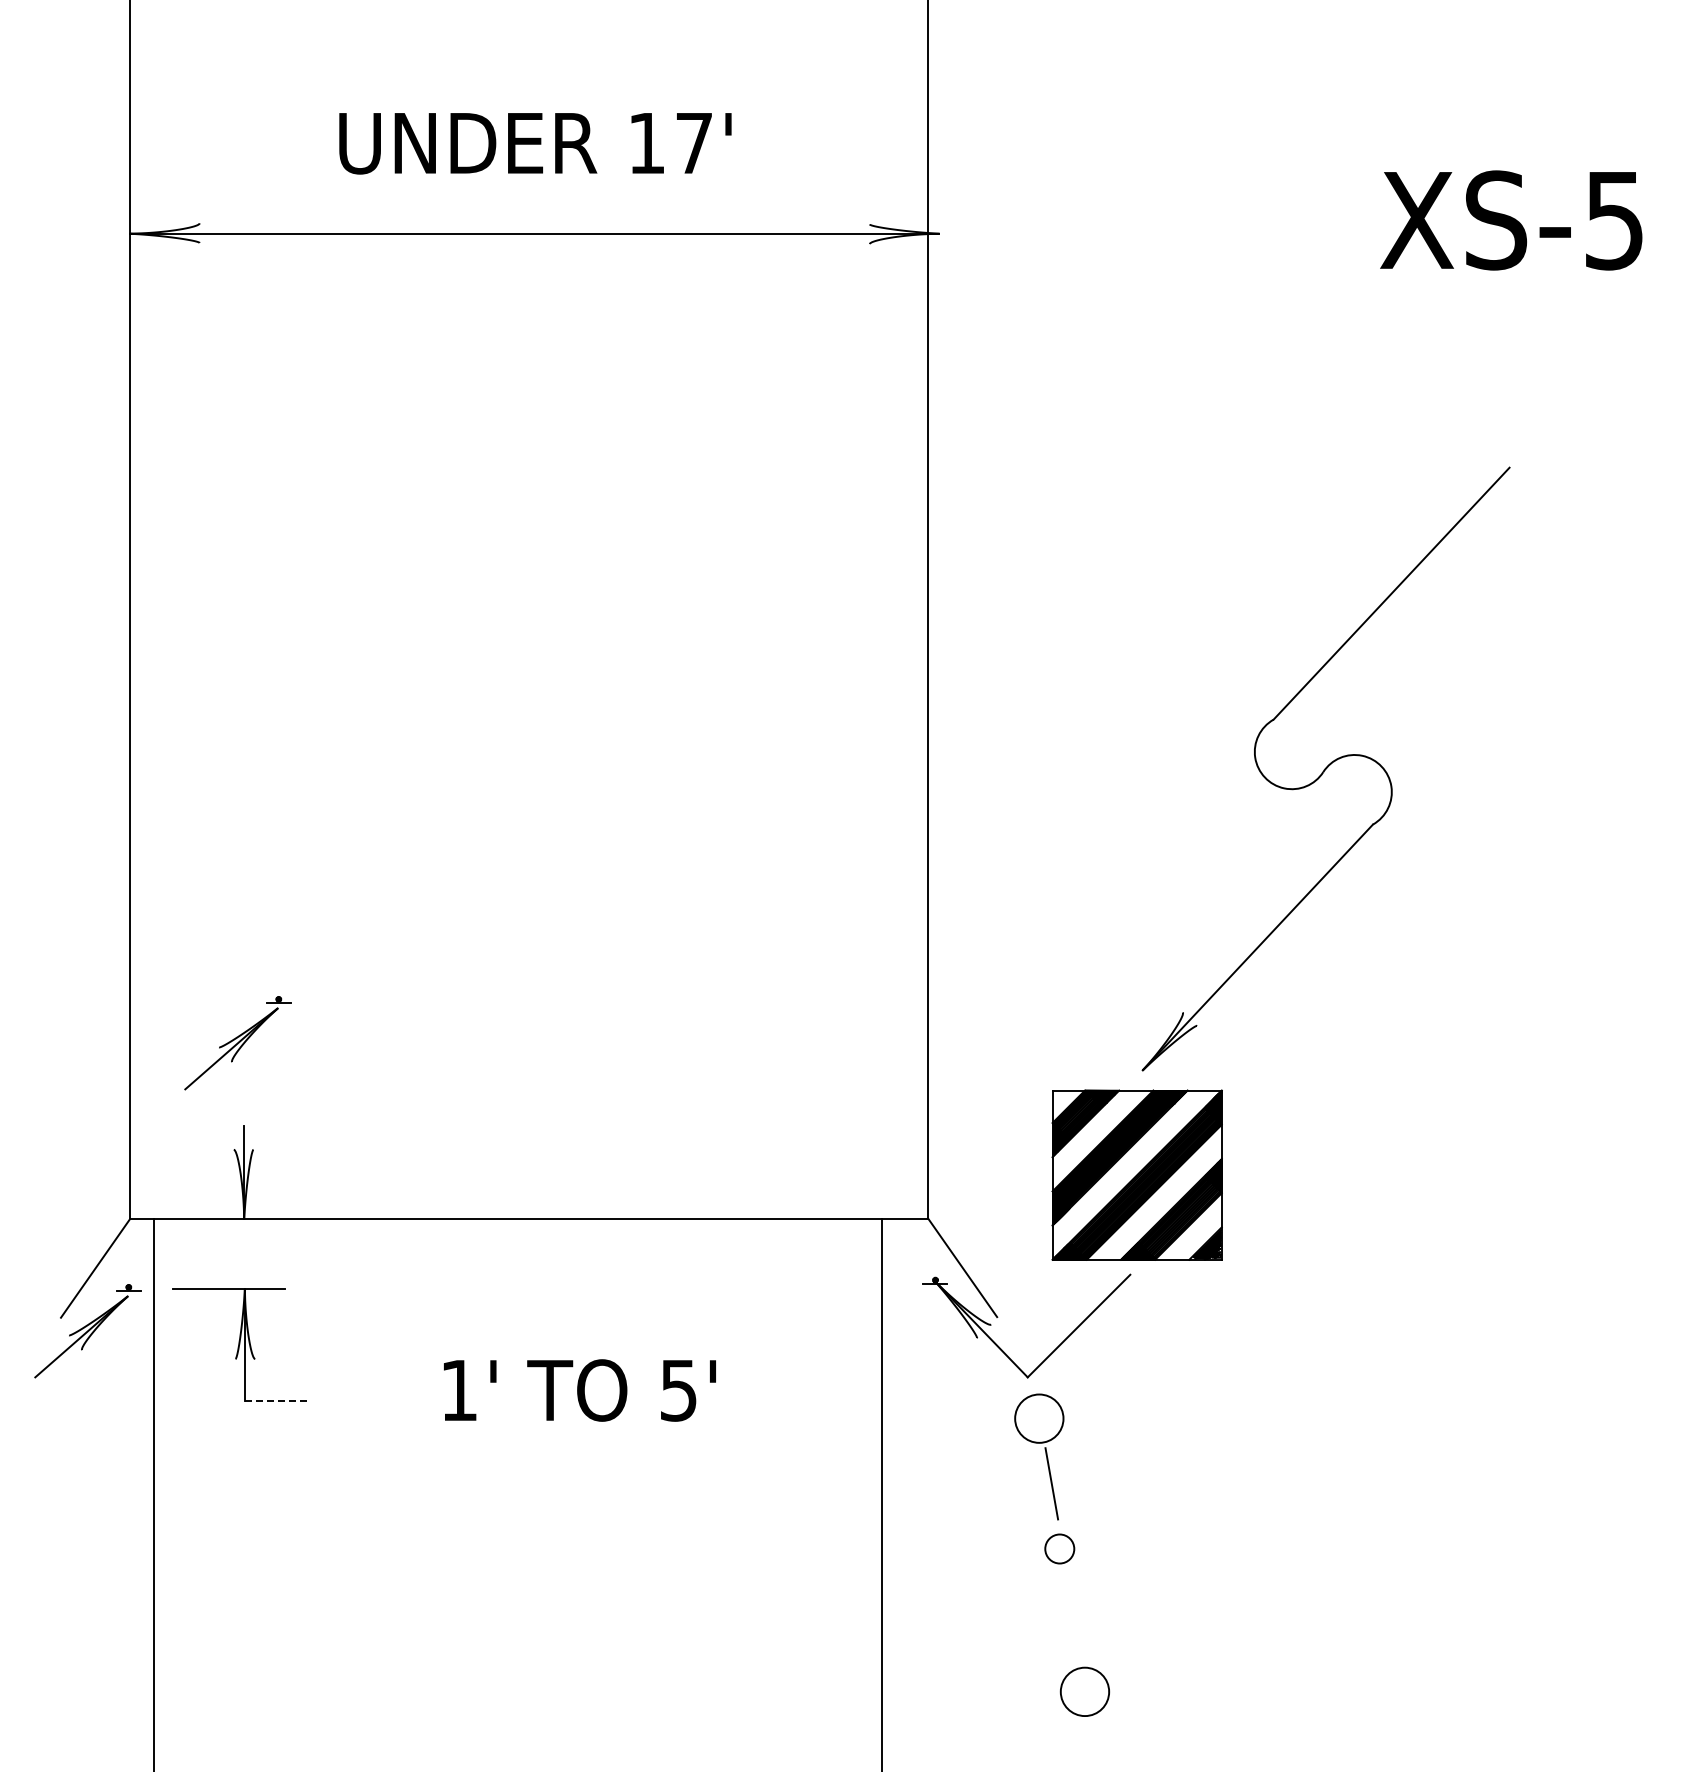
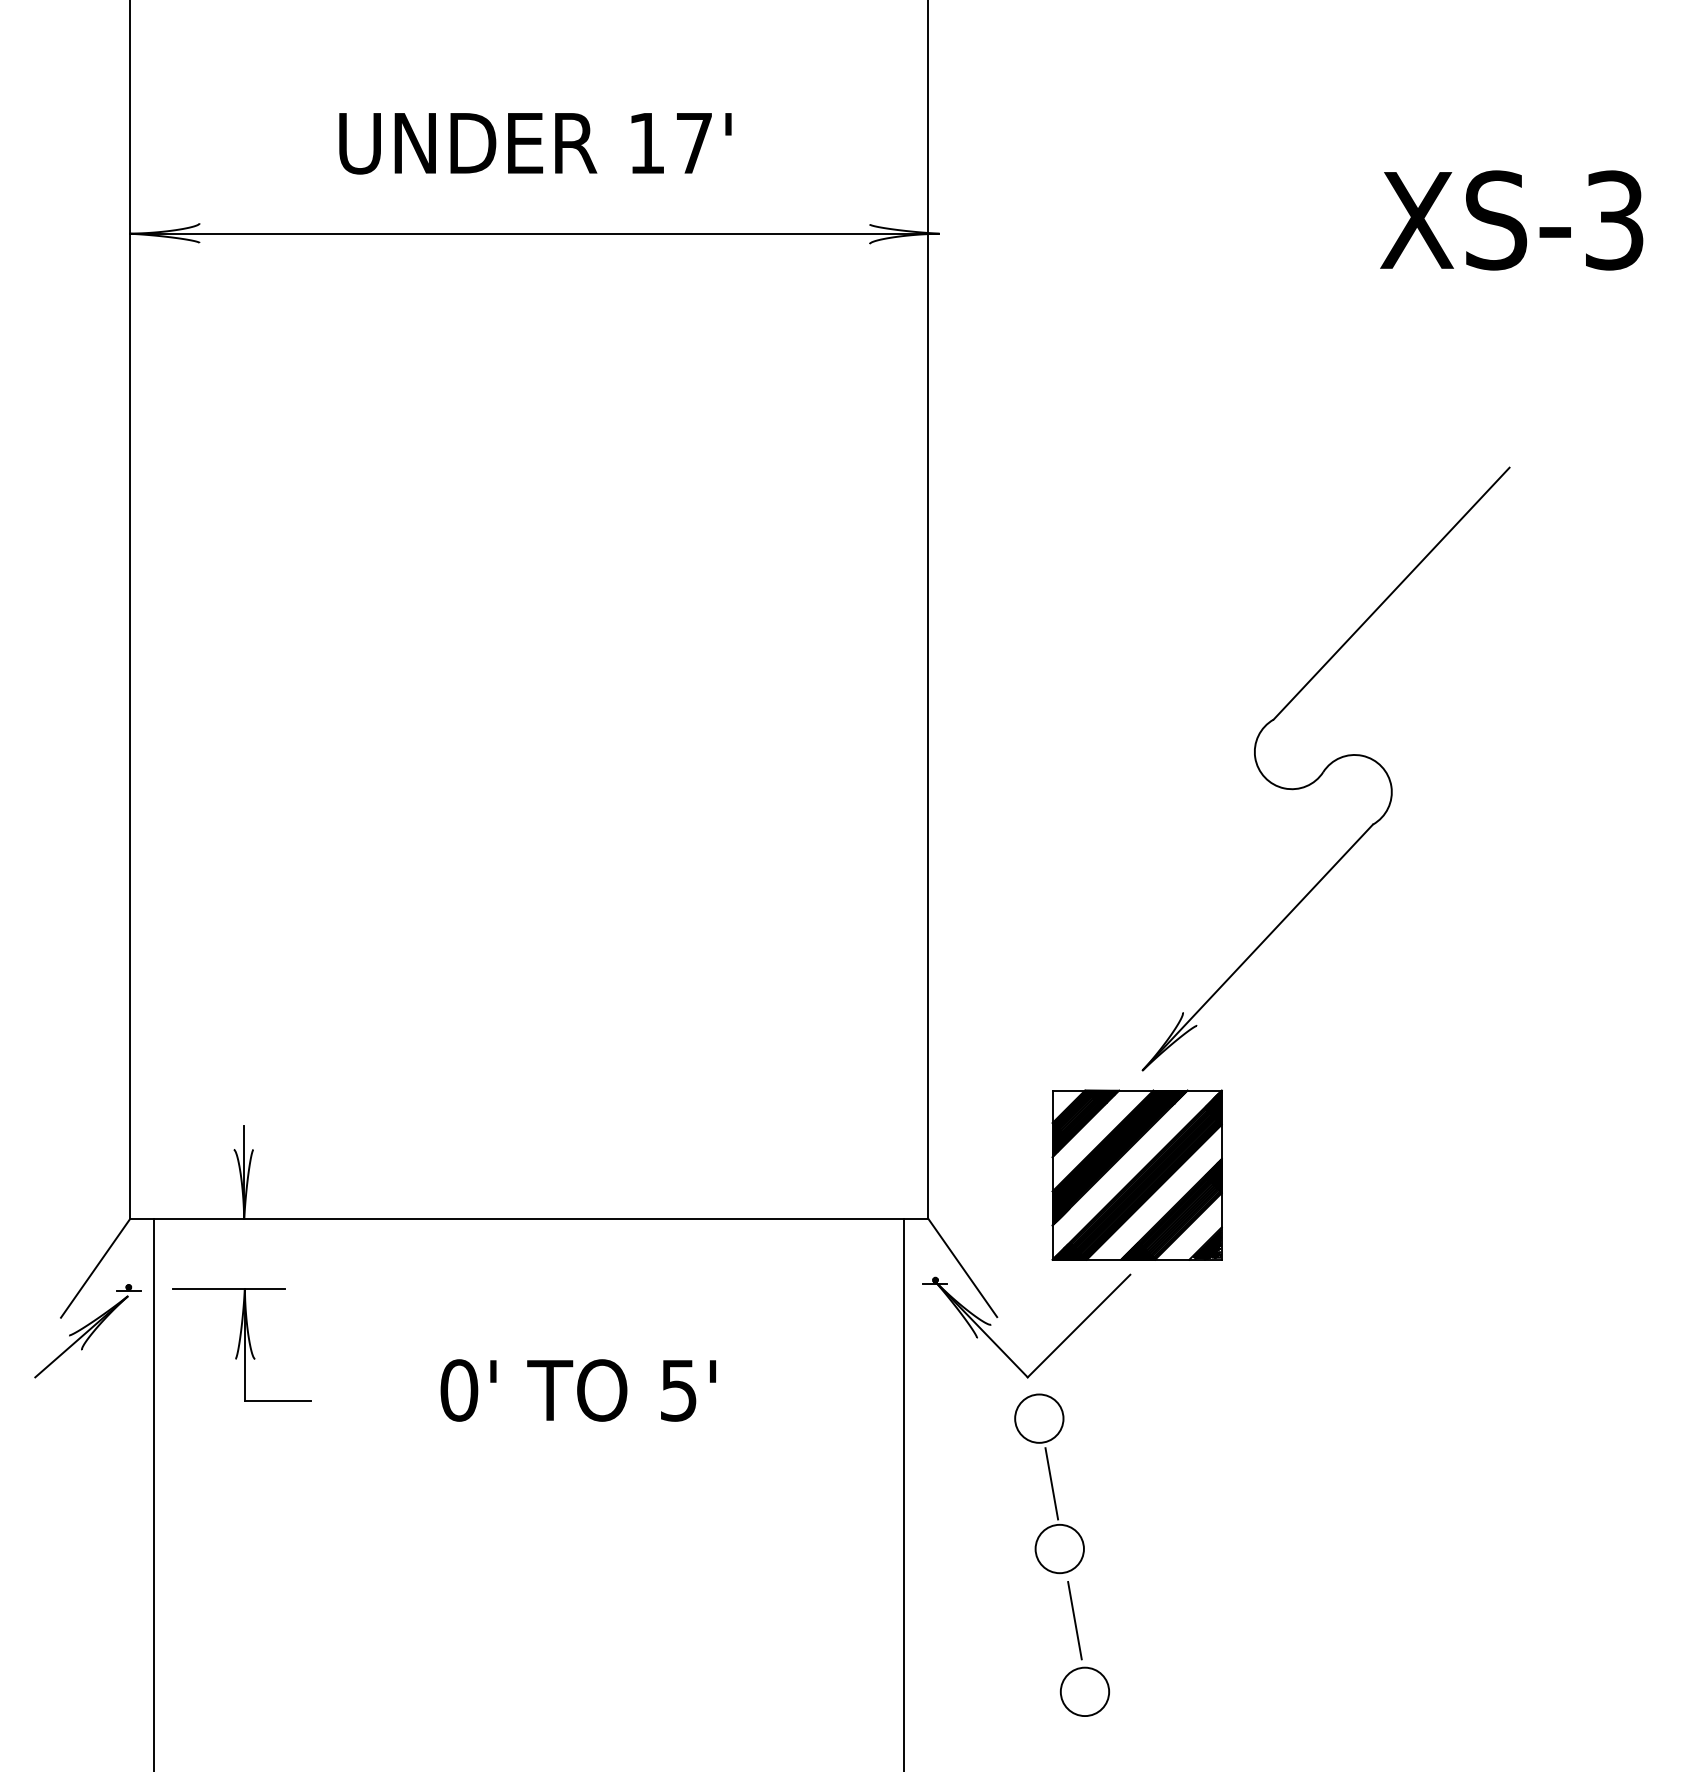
text at (1614, 220): XS-5 -> XS-3
part at (237, 1043): present -> none
text at (459, 1390): 1' -> 0'
line at (278, 1400): dashed -> solid
line at (881, 1493) position: (881, 1493) -> (903, 1493)
circle at (1059, 1548) diameter: 29 px -> 48 px
line at (1074, 1620): none -> present
